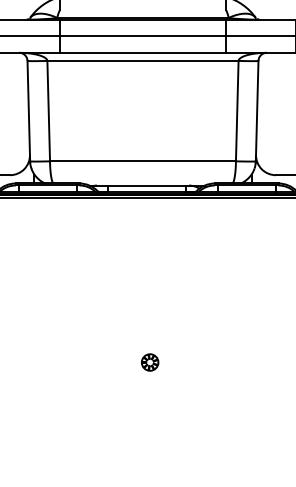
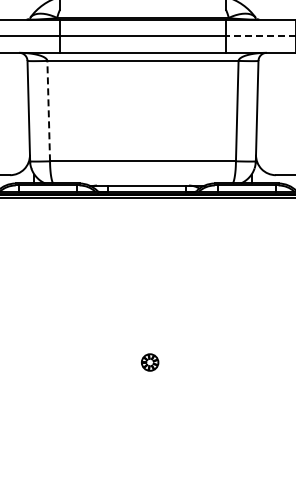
line at (260, 36): solid -> dashed
line at (48, 110): solid -> dashed
